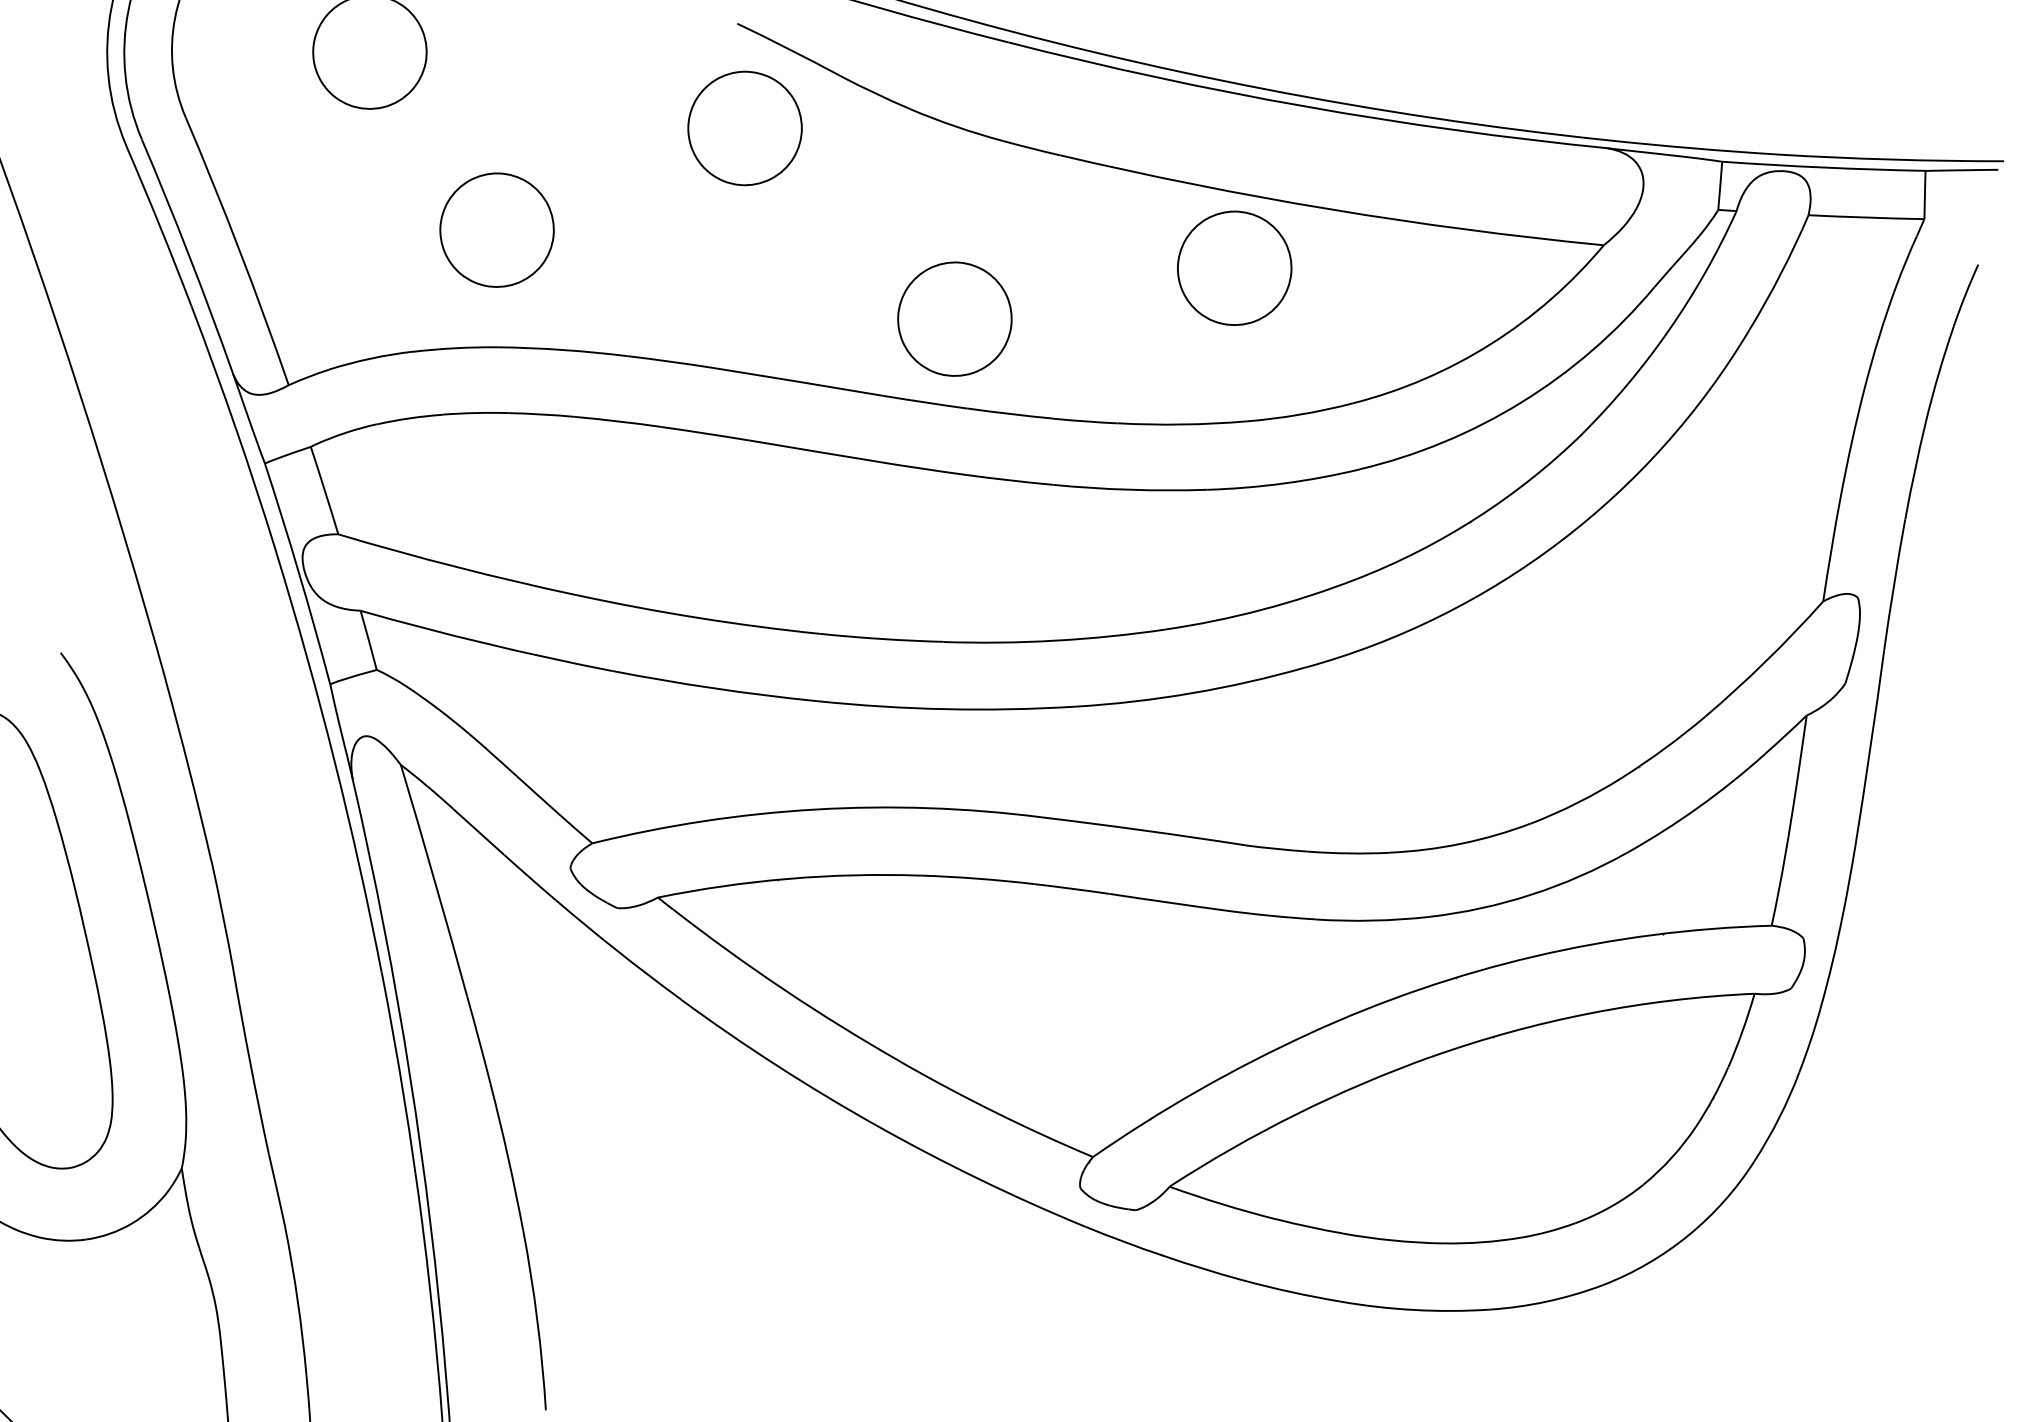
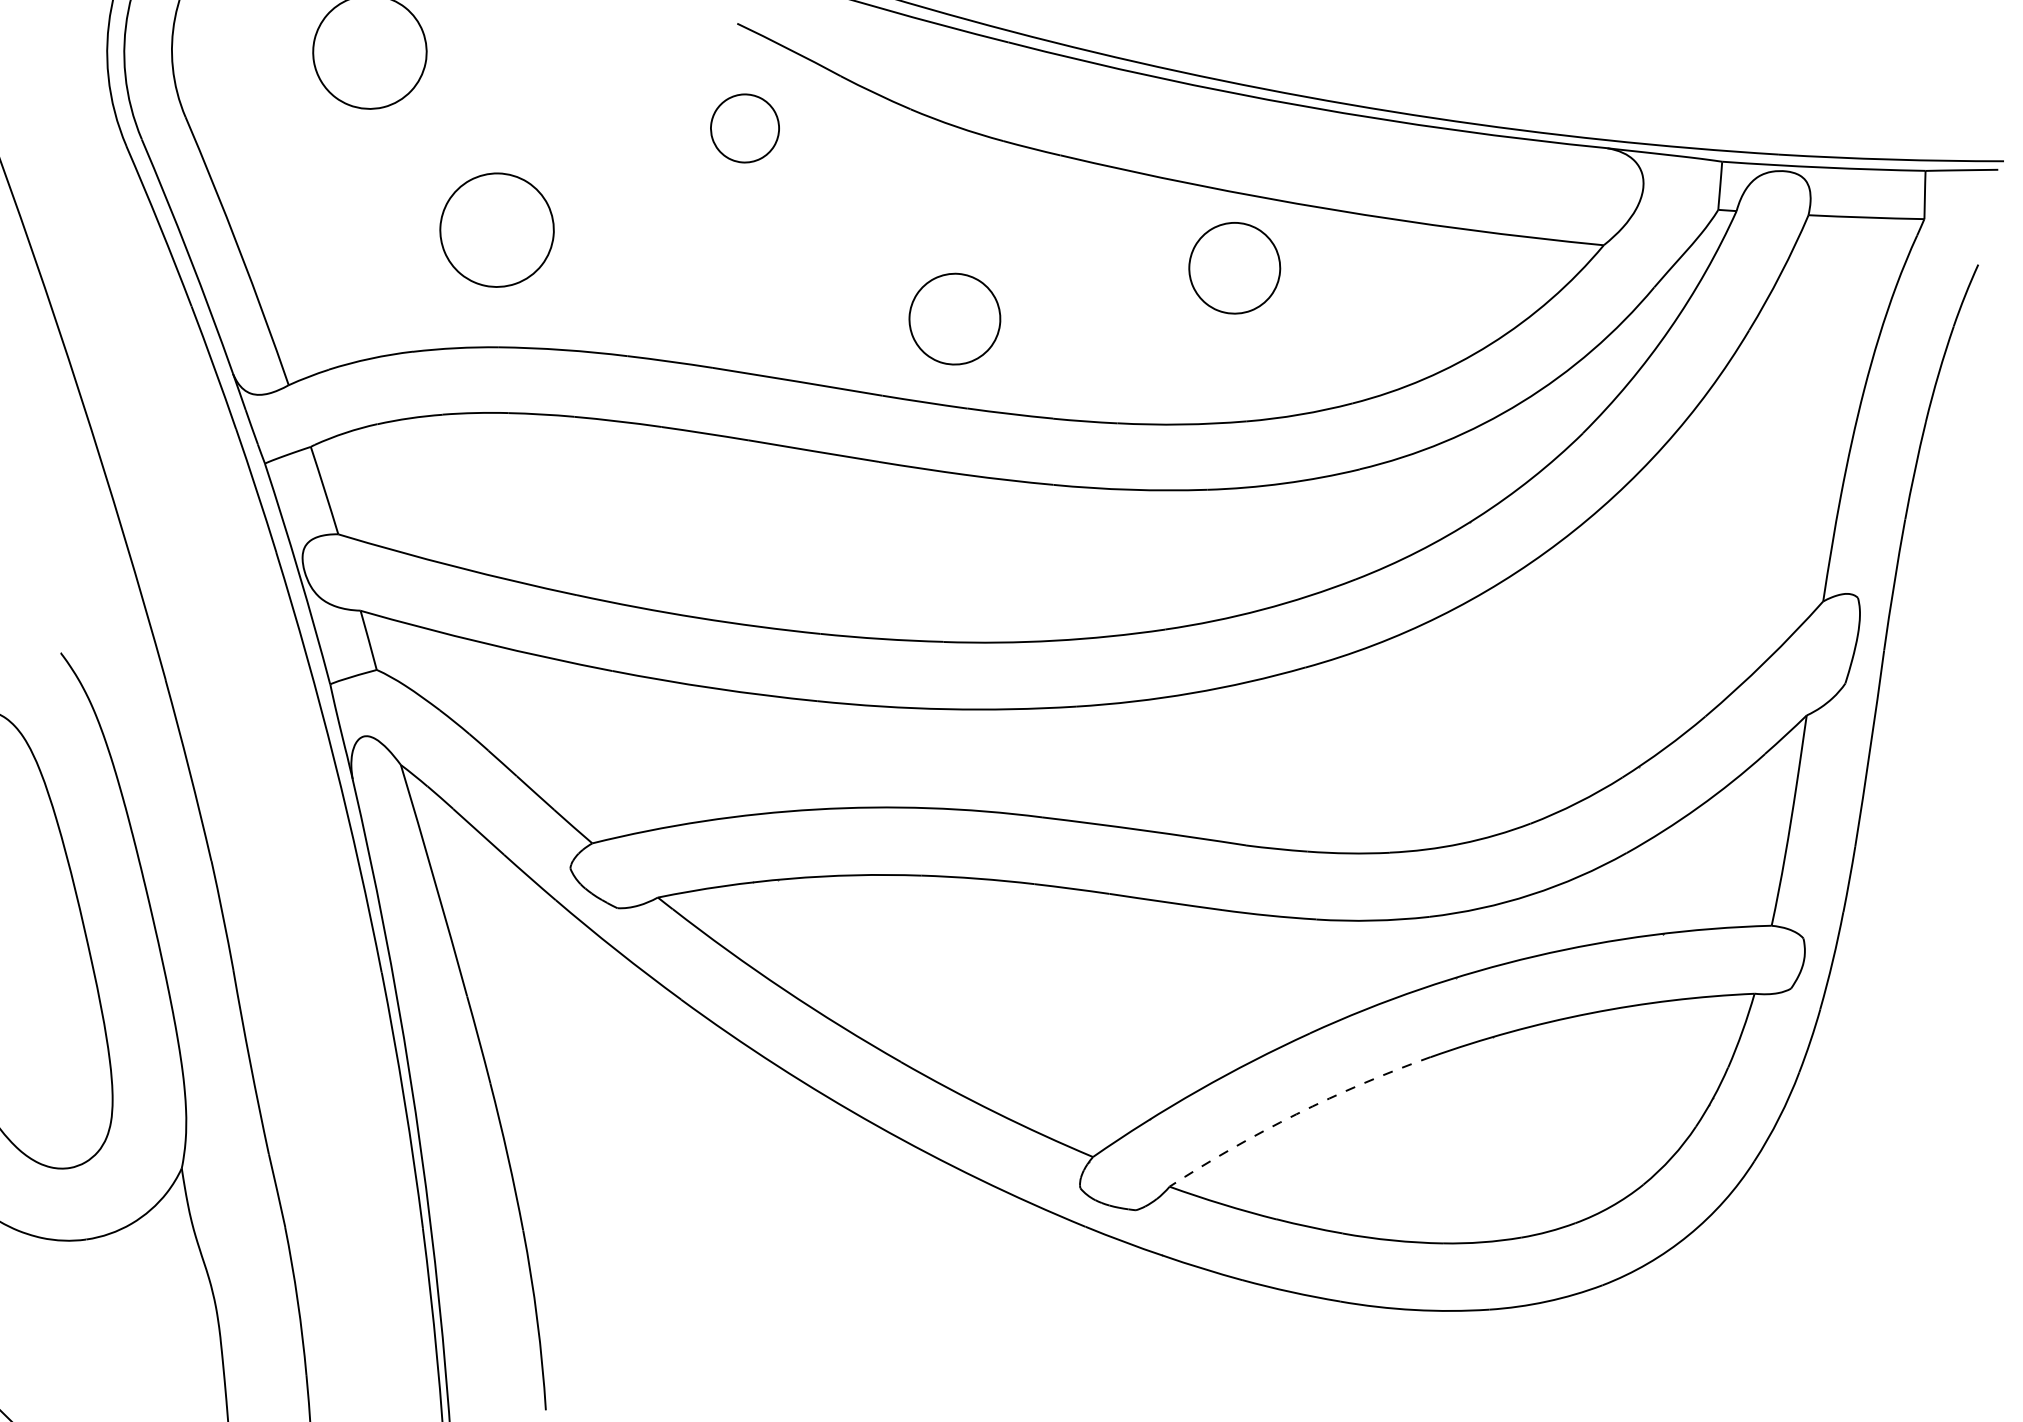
part at (744, 128) size: 116x117 px -> 70x71 px
part at (1234, 267) size: 116x116 px -> 94x93 px
part at (954, 318) size: 116x116 px -> 94x94 px
arc at (1296, 1114): solid -> dashed
